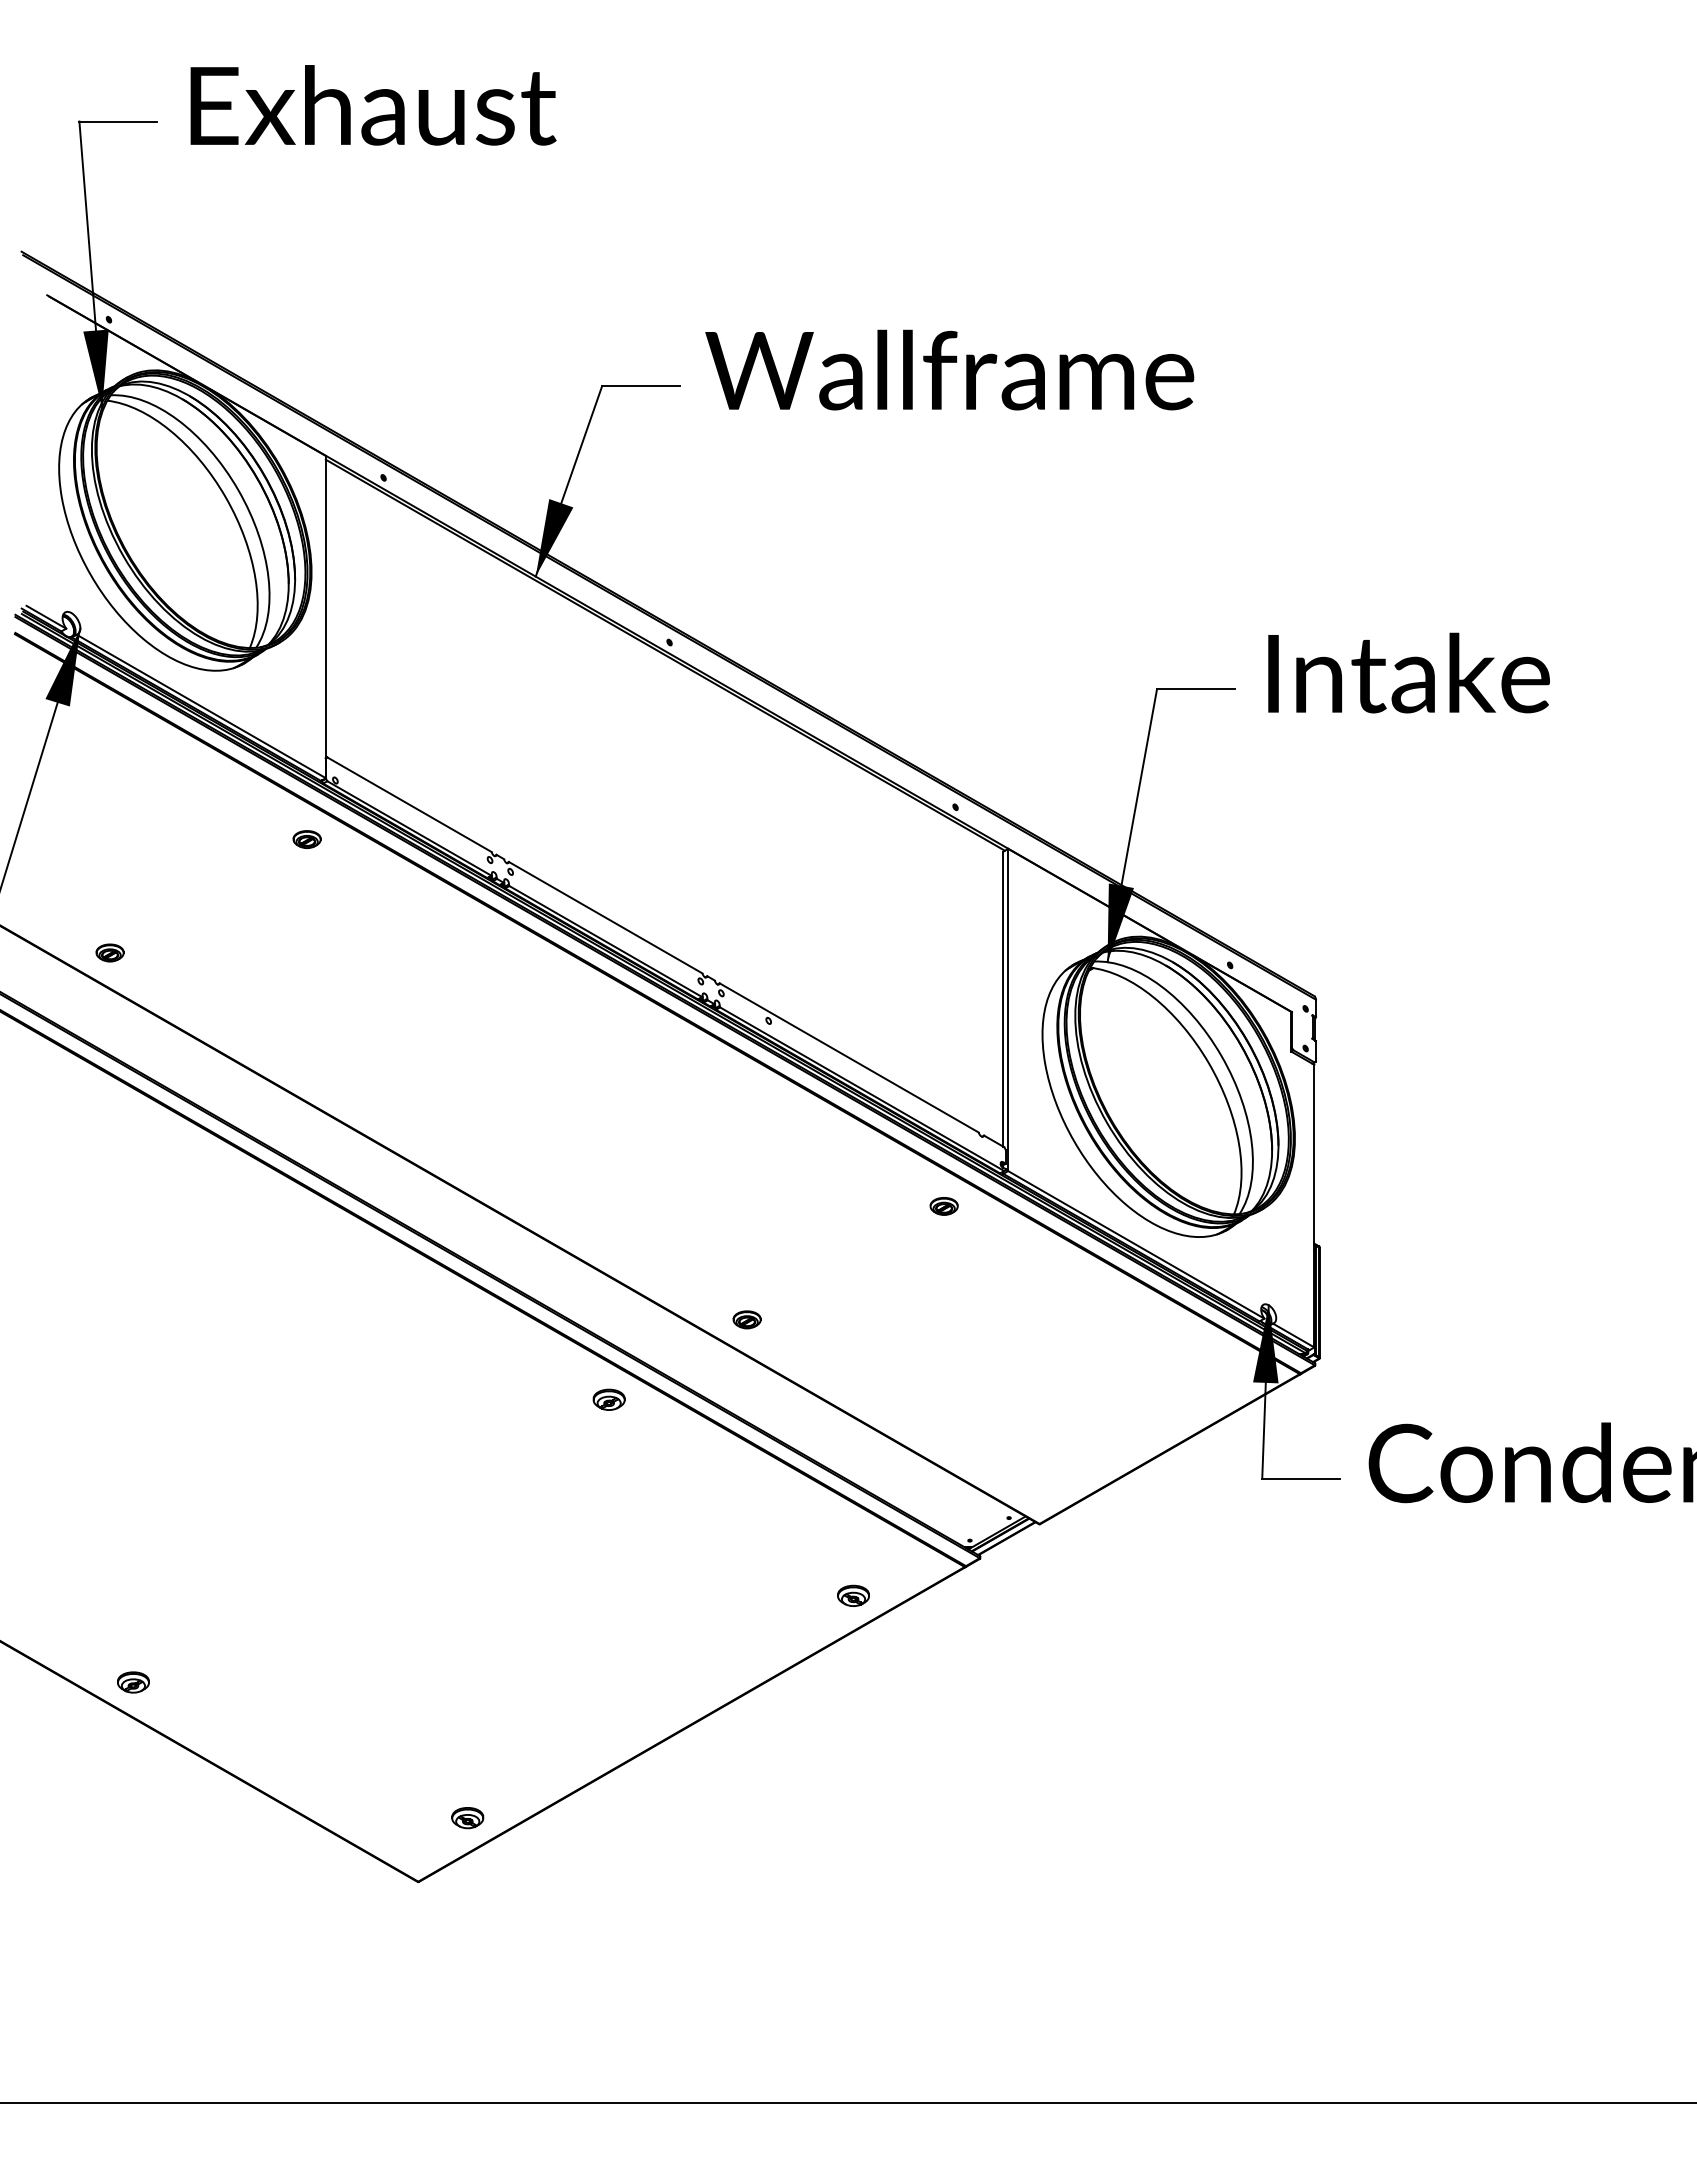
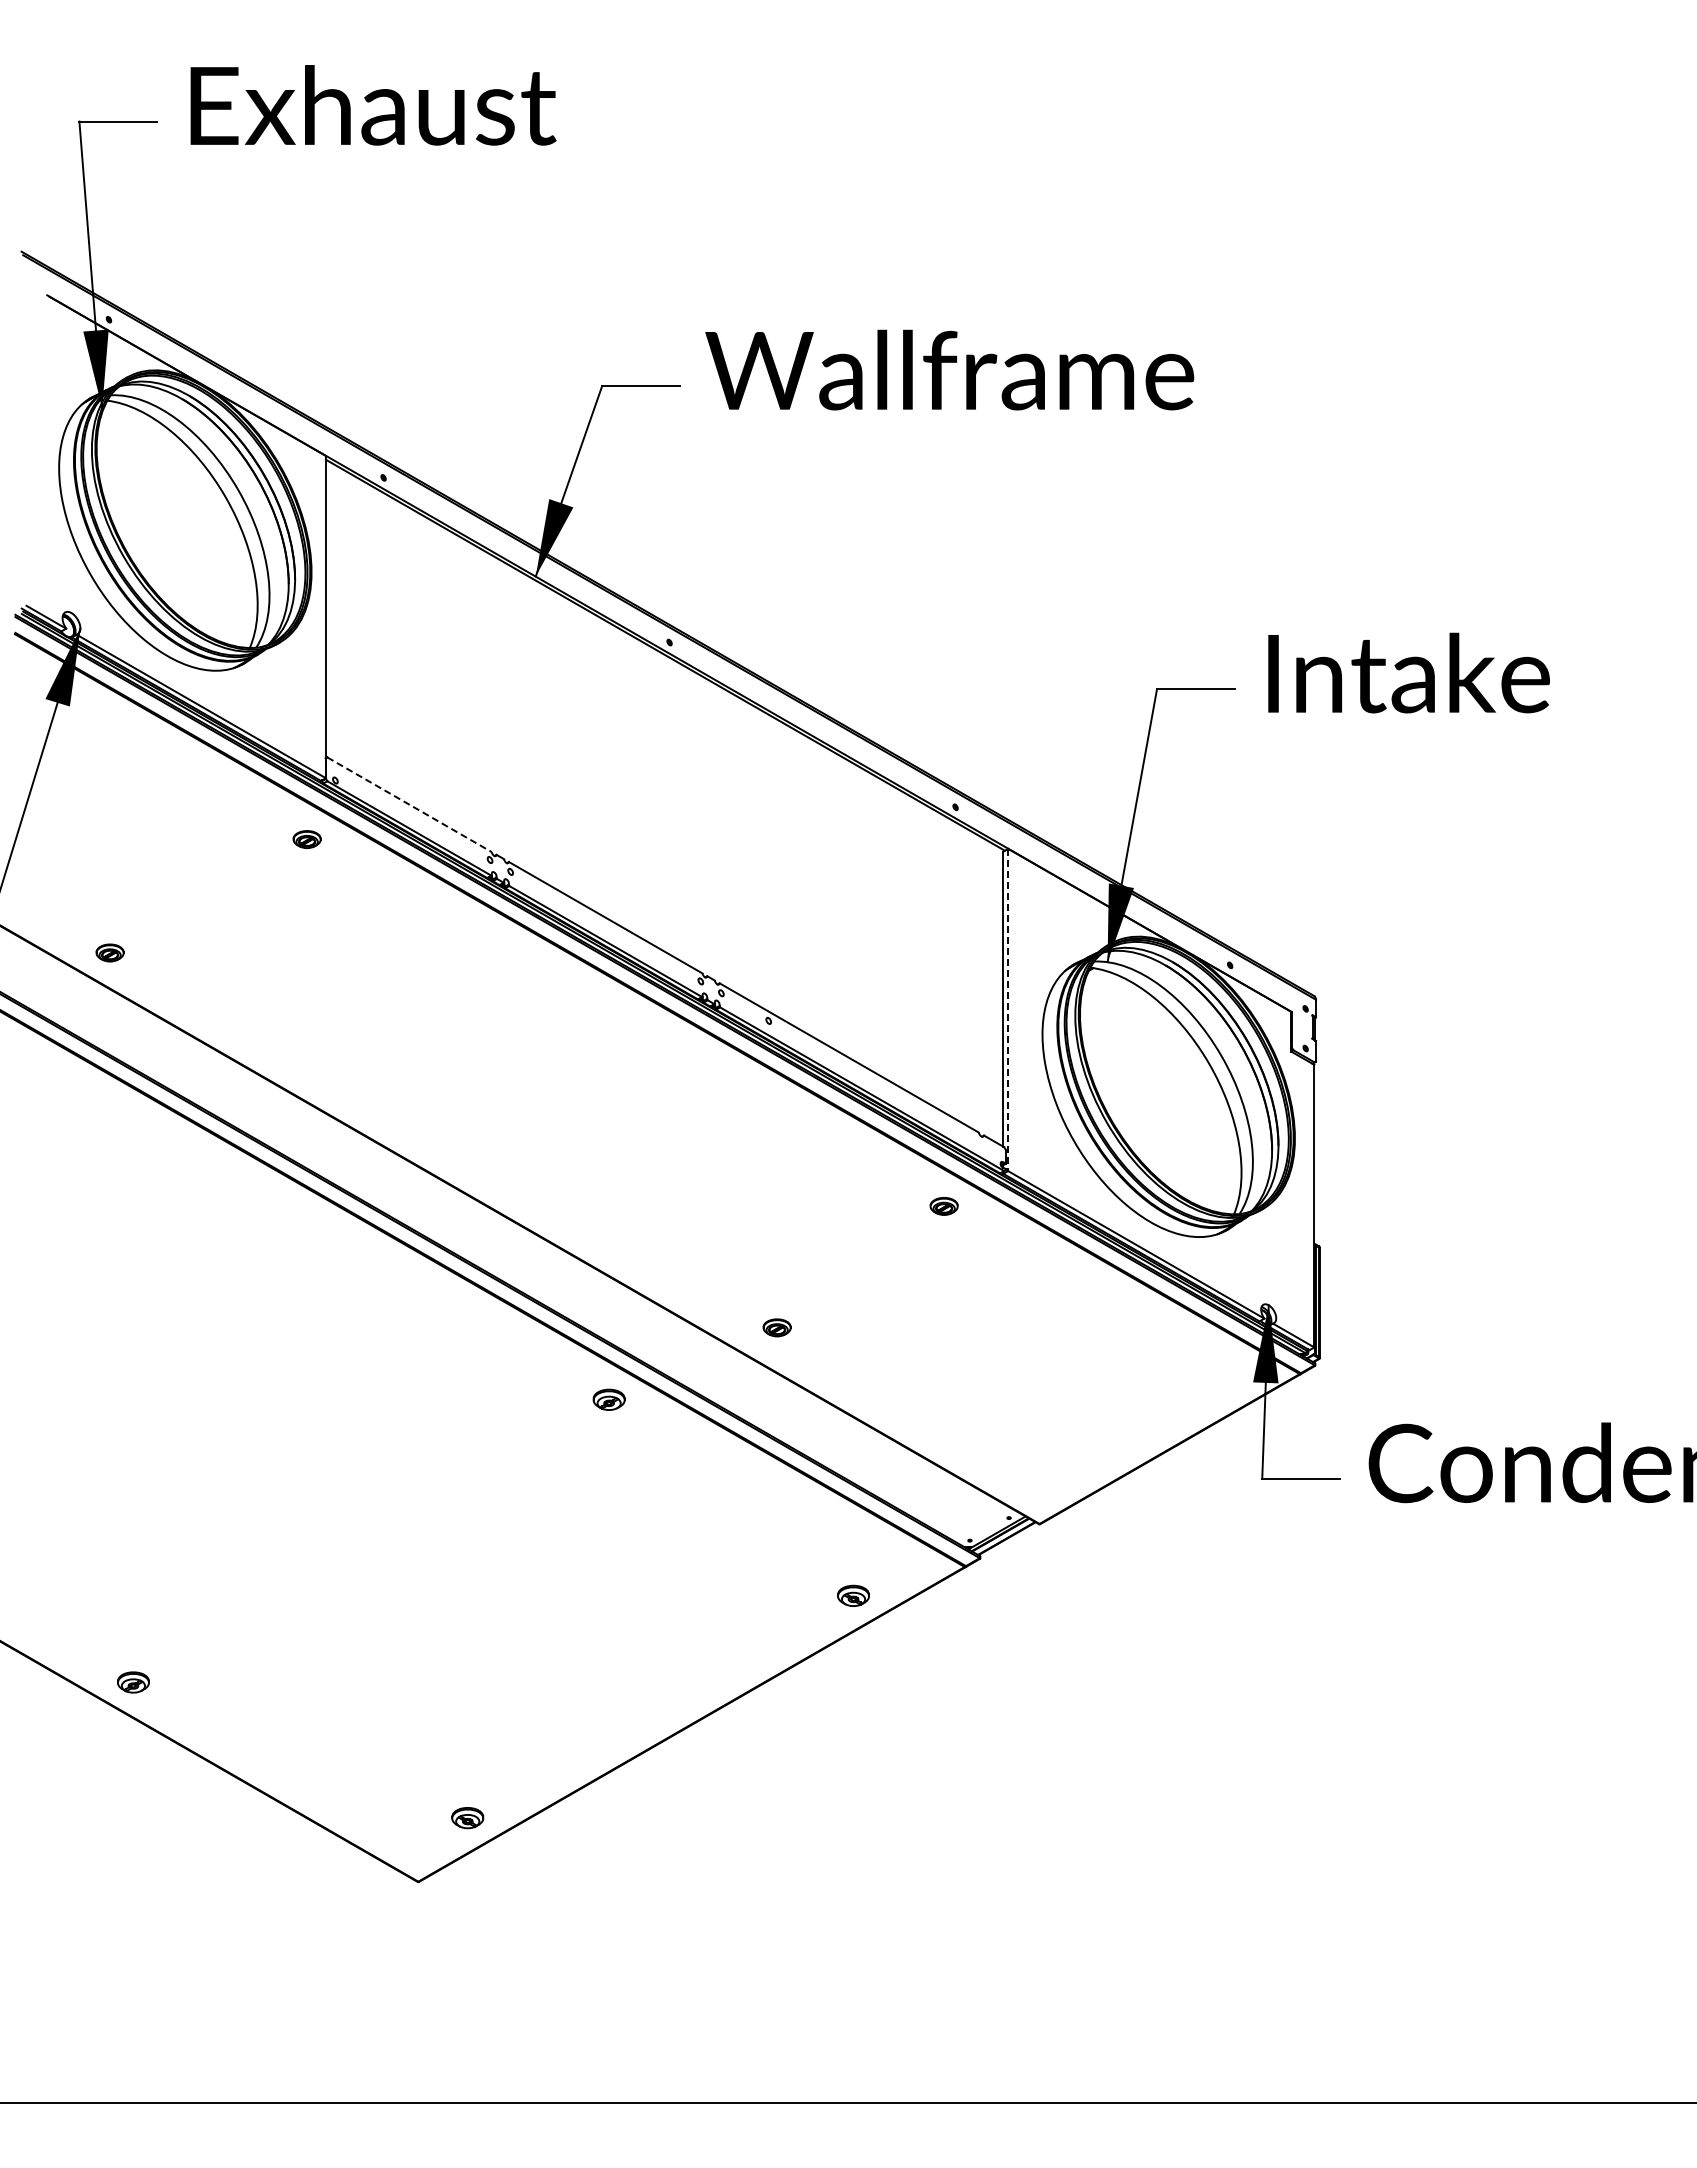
line at (409, 804): solid -> dashed
line at (1008, 1010): solid -> dashed
part at (746, 1319) position: (746, 1319) -> (776, 1327)
